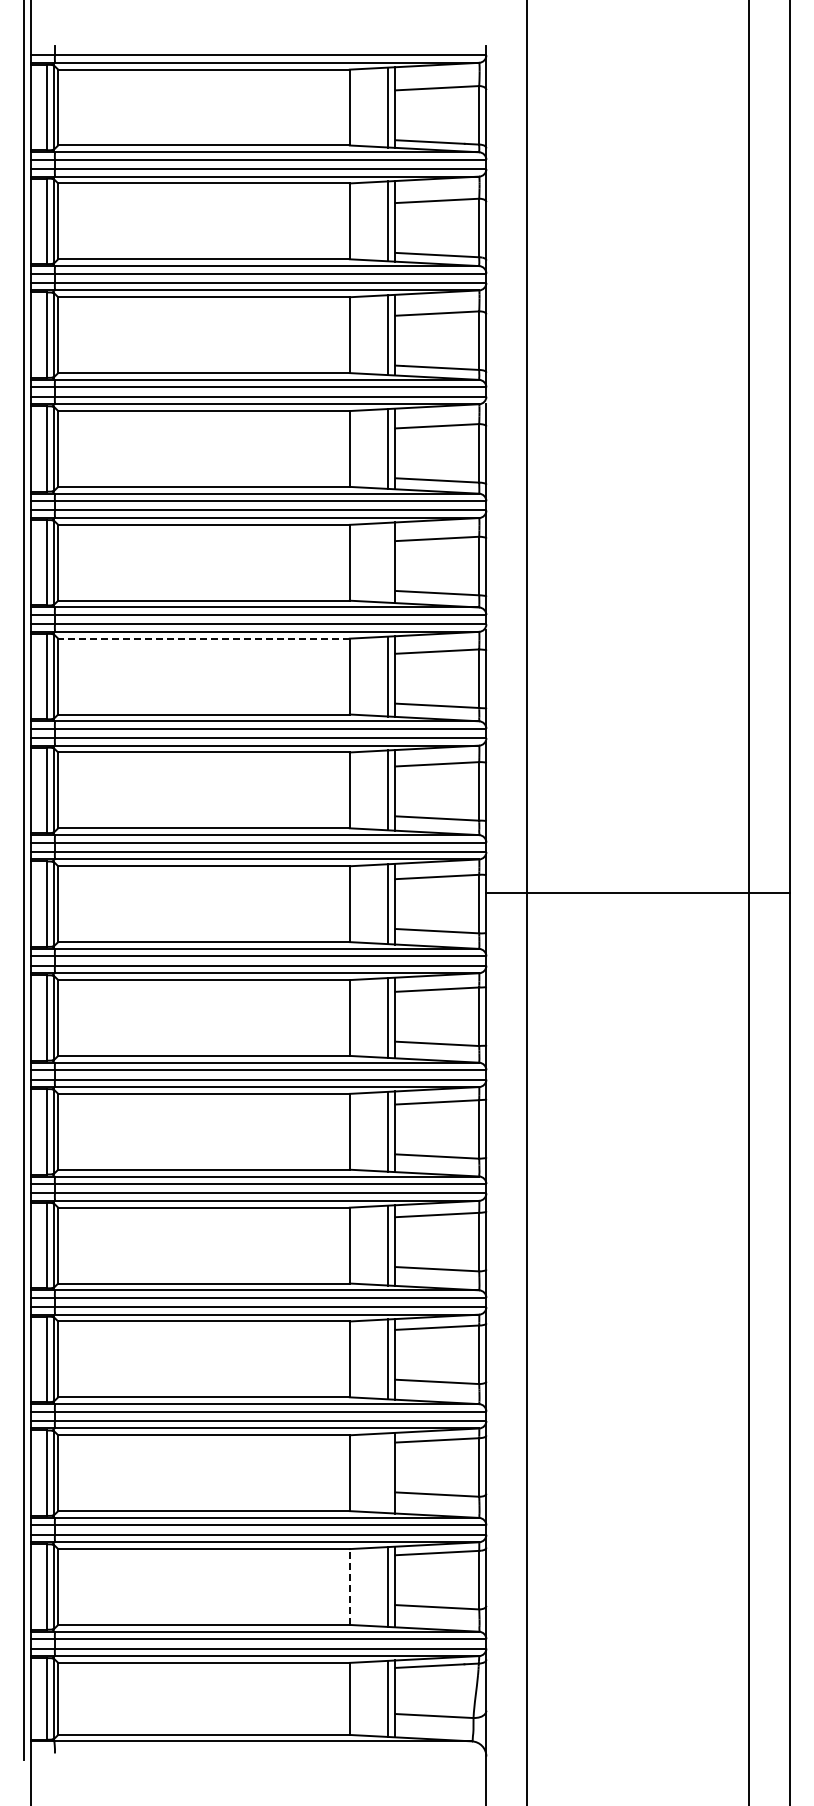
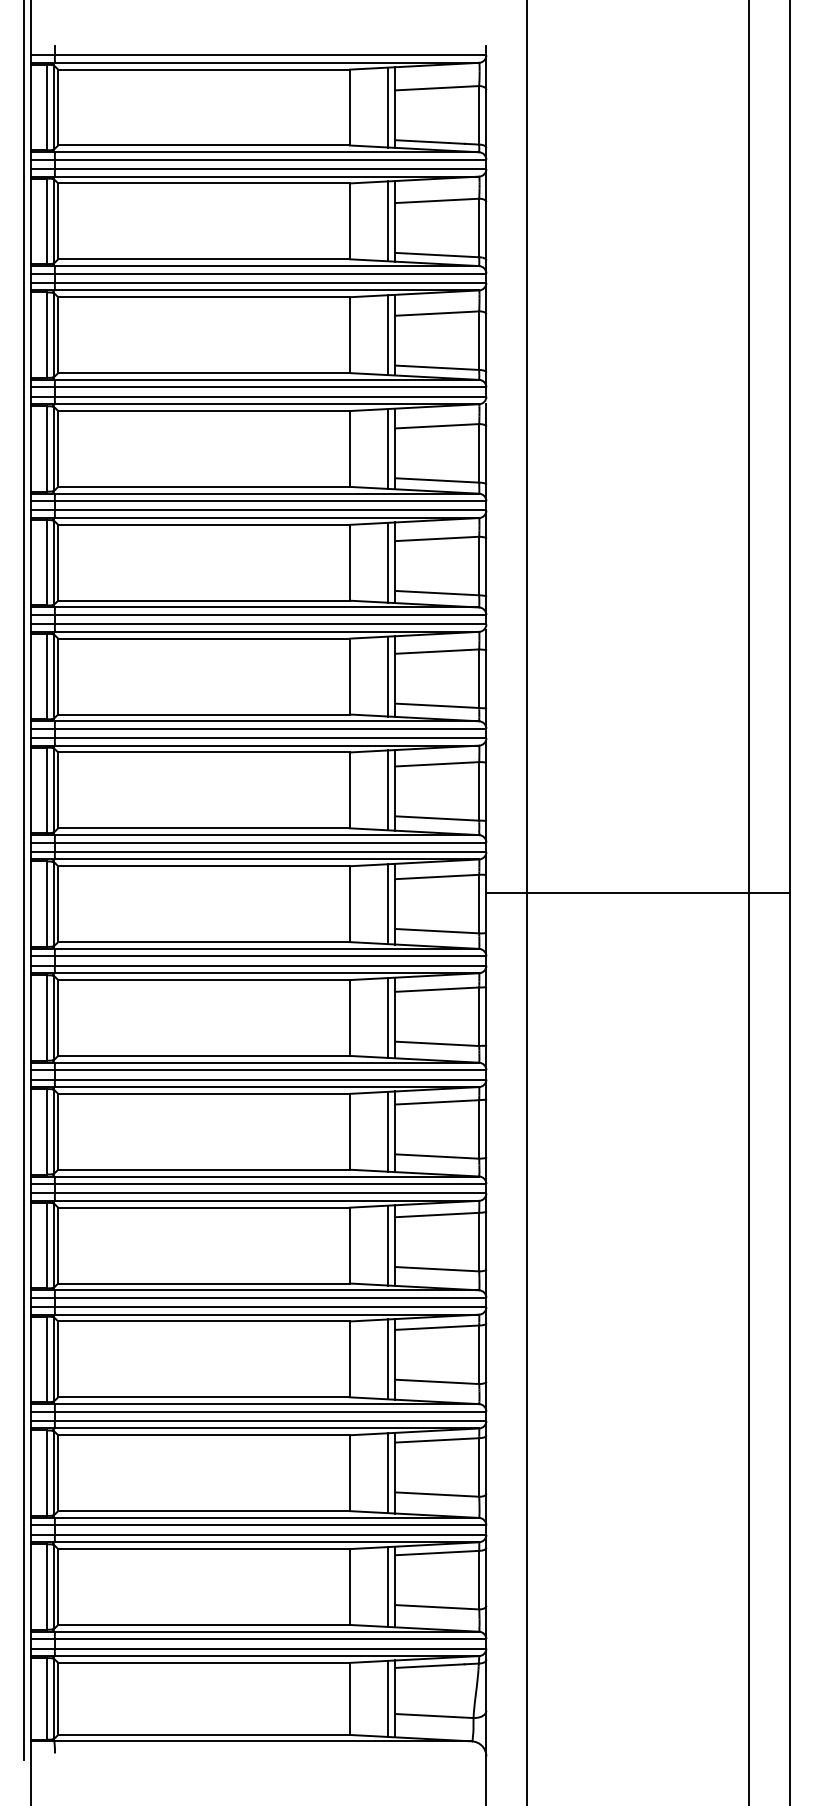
line at (388, 562): none -> present
line at (204, 638): dashed -> solid
line at (388, 1473): none -> present
line at (349, 1587): dashed -> solid
